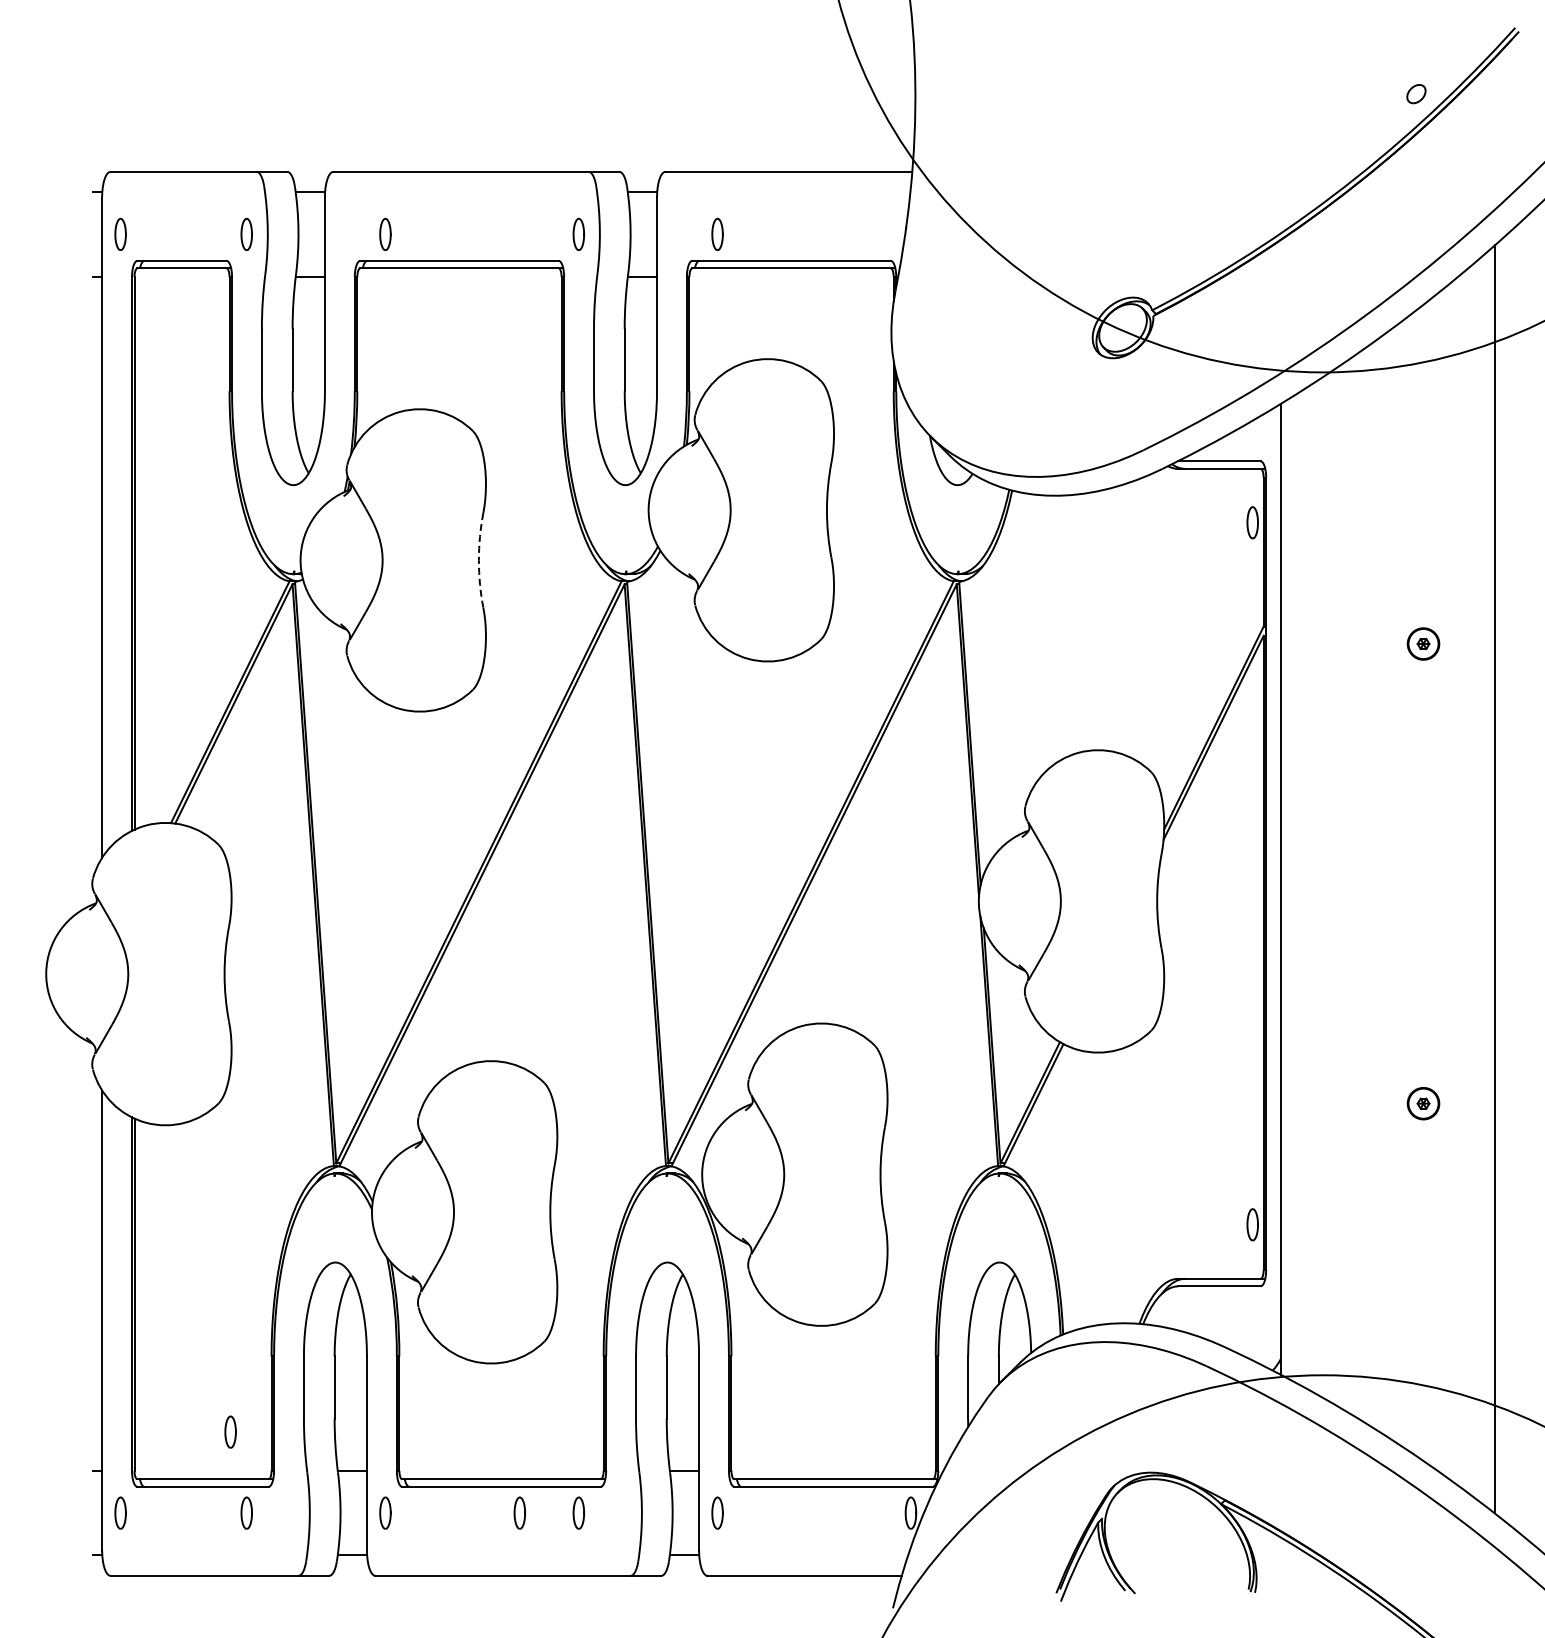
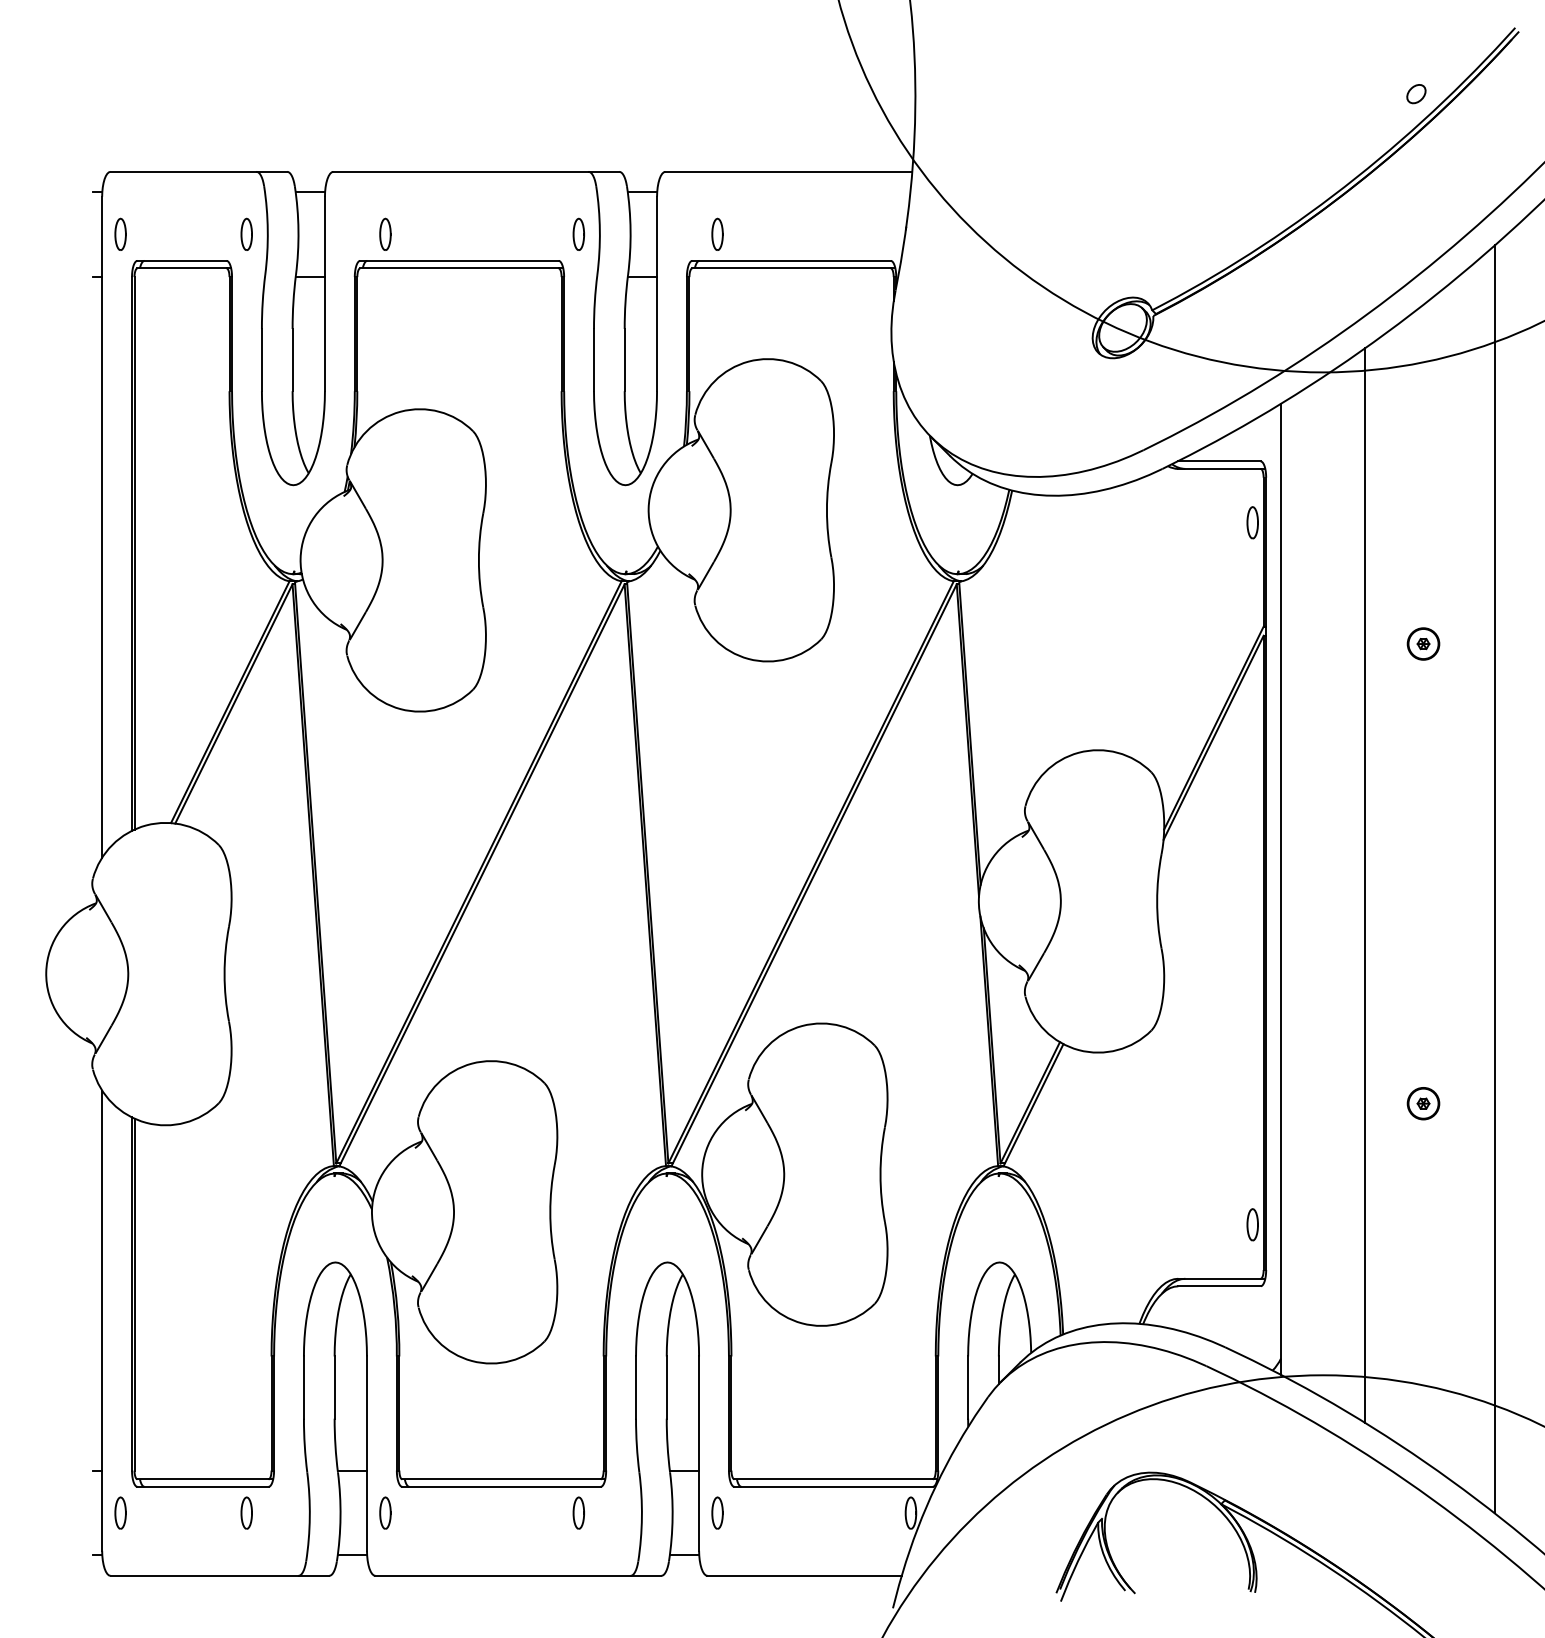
arc at (478, 560): dashed -> solid
line at (1365, 885): none -> present
part at (230, 1431): present -> none
part at (519, 1512): present -> none
